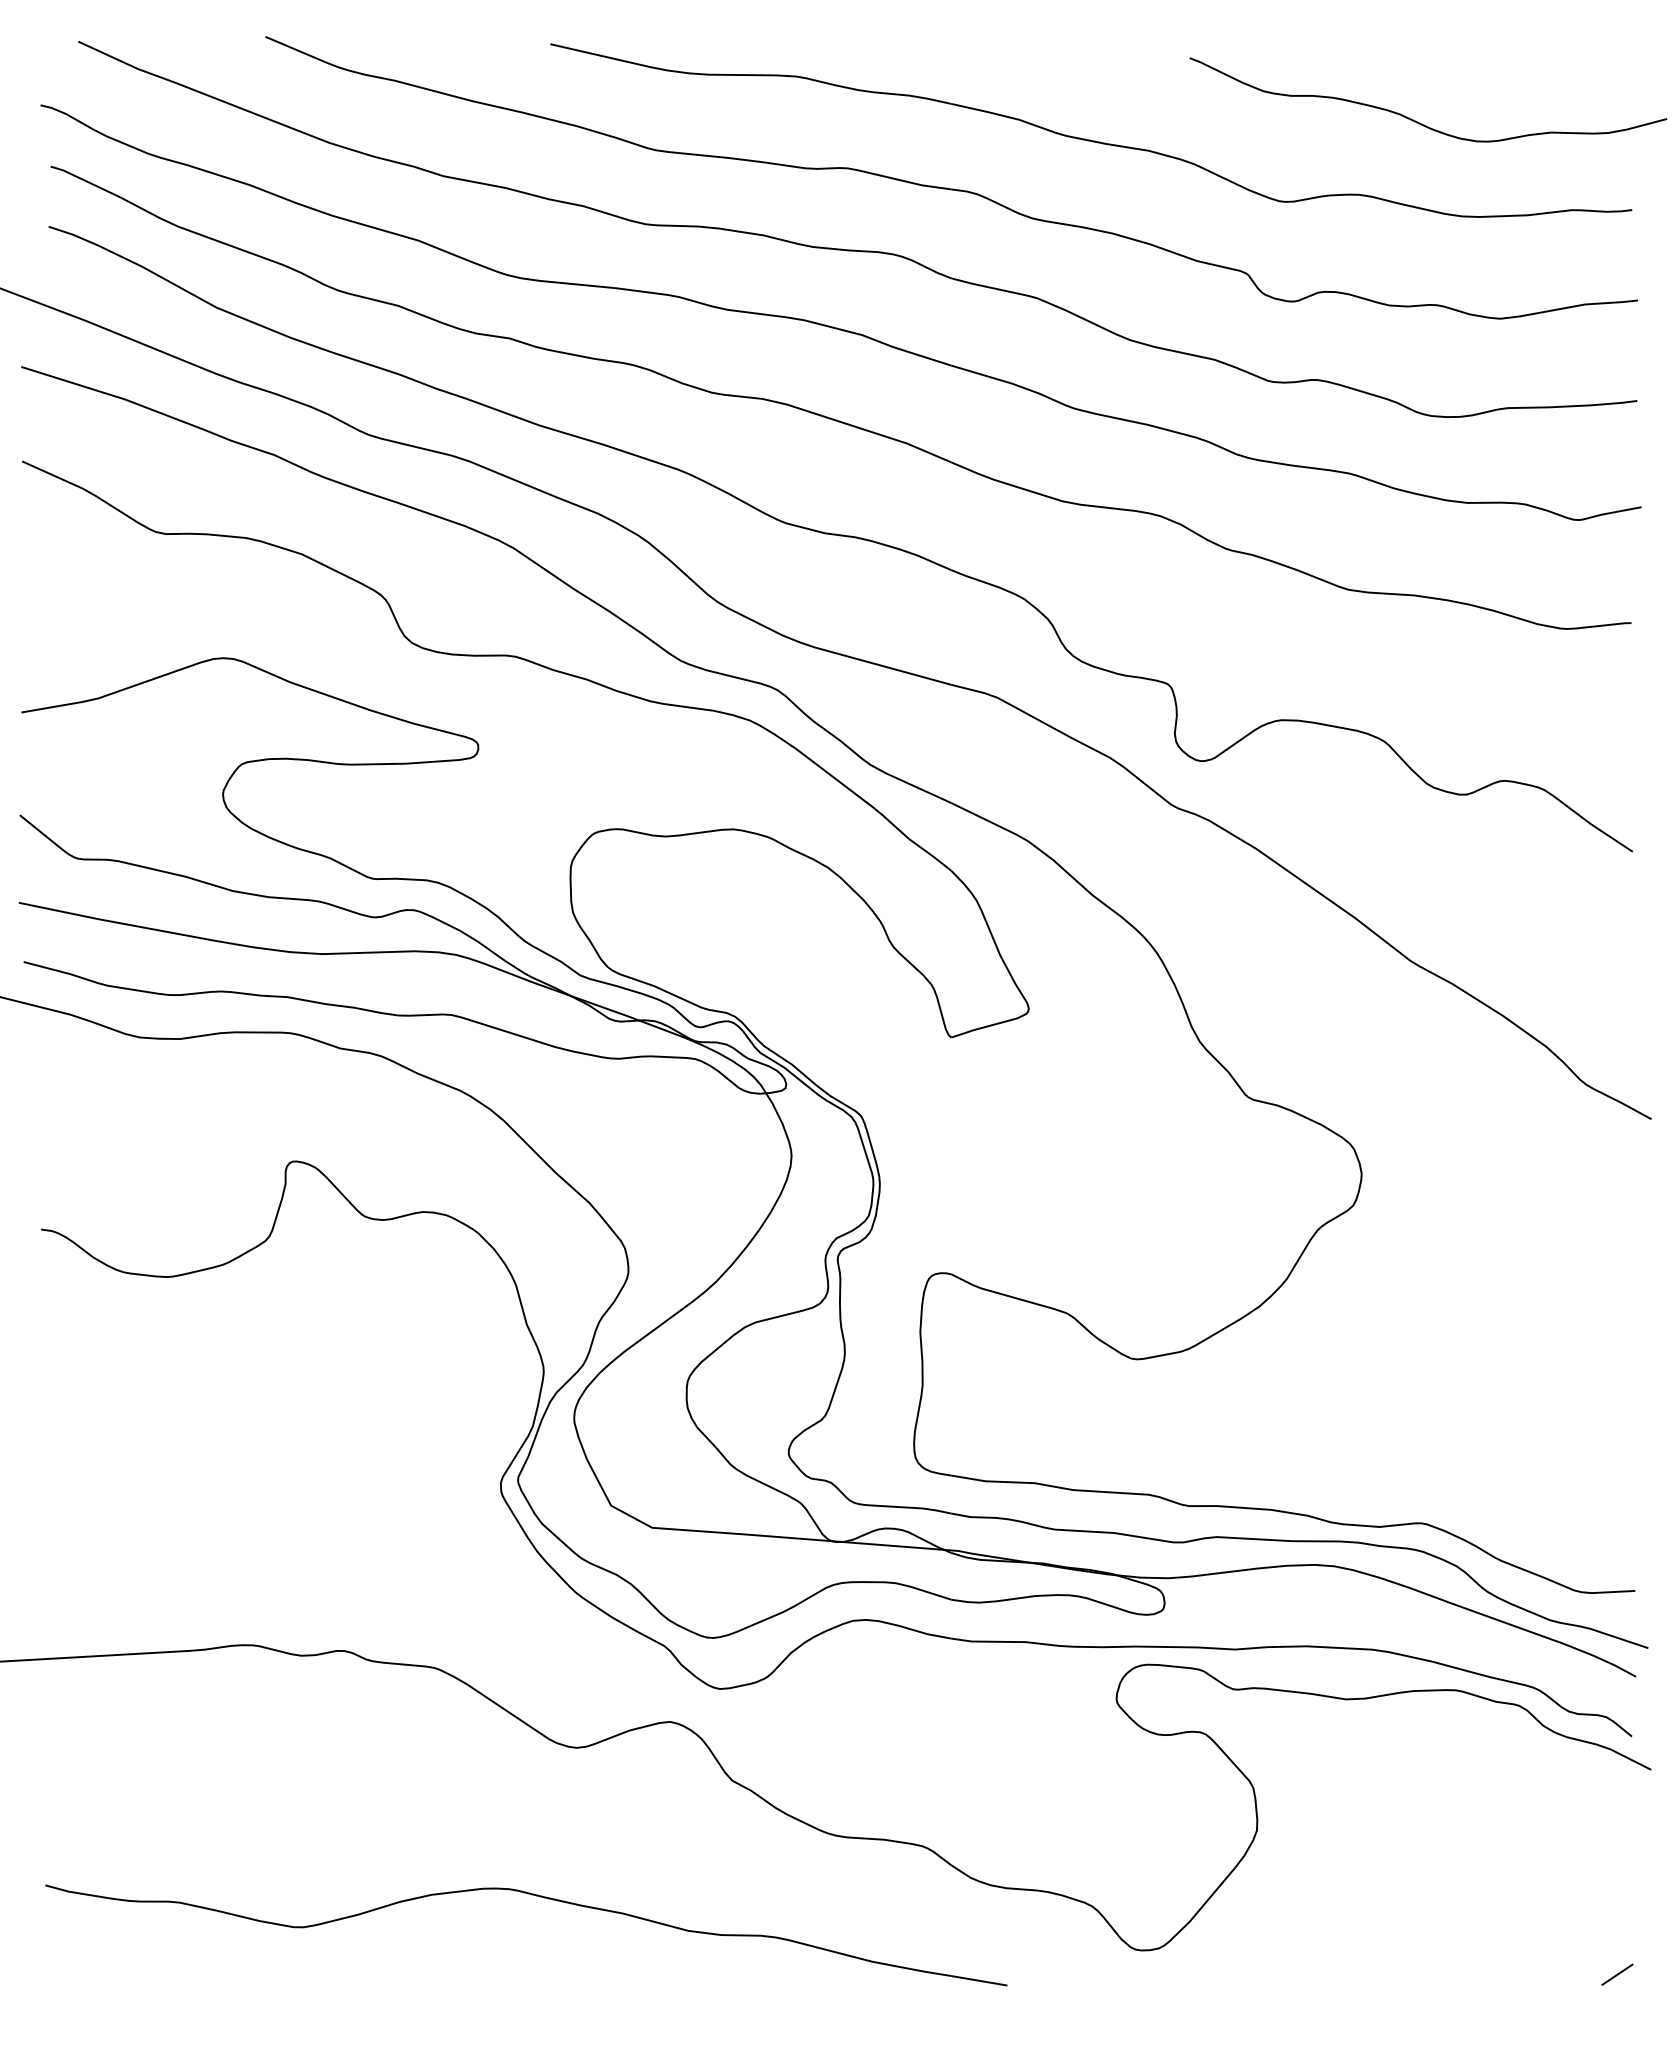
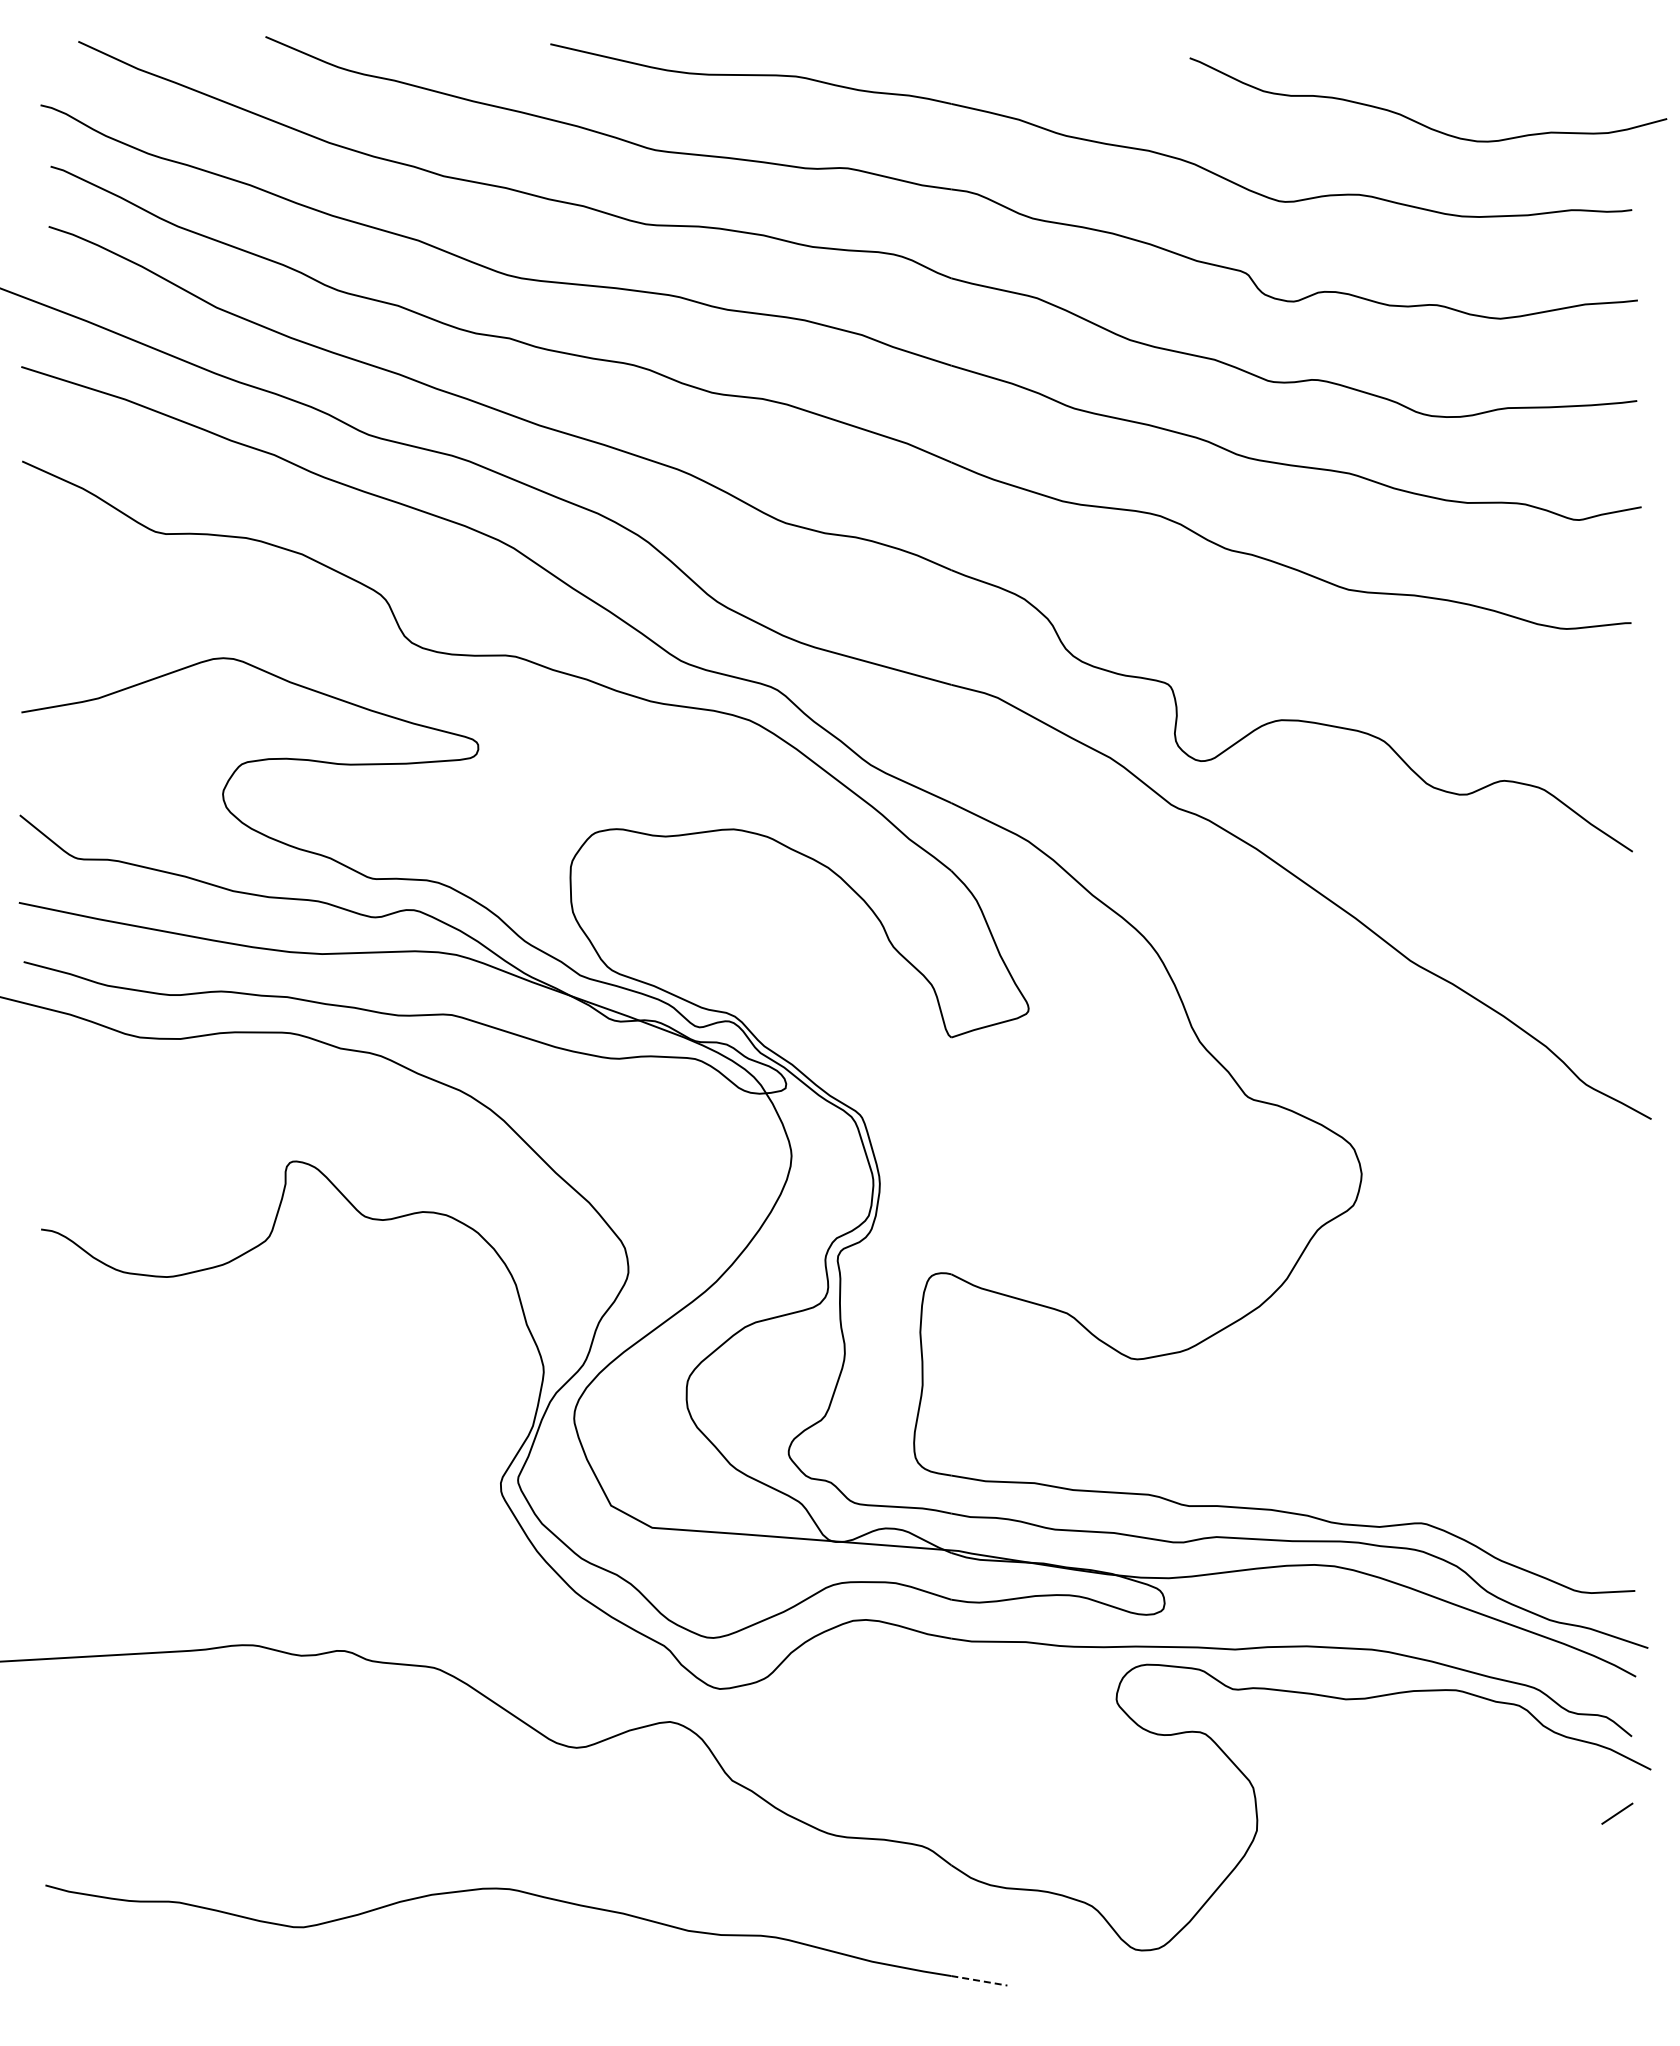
line at (1617, 1974) position: (1617, 1974) -> (1617, 1813)
line at (979, 1980): solid -> dashed
